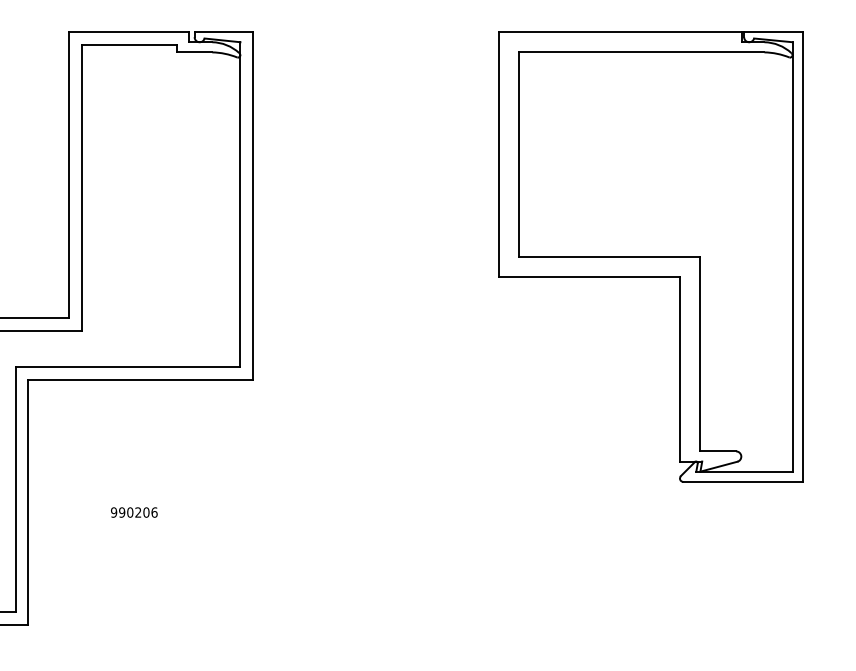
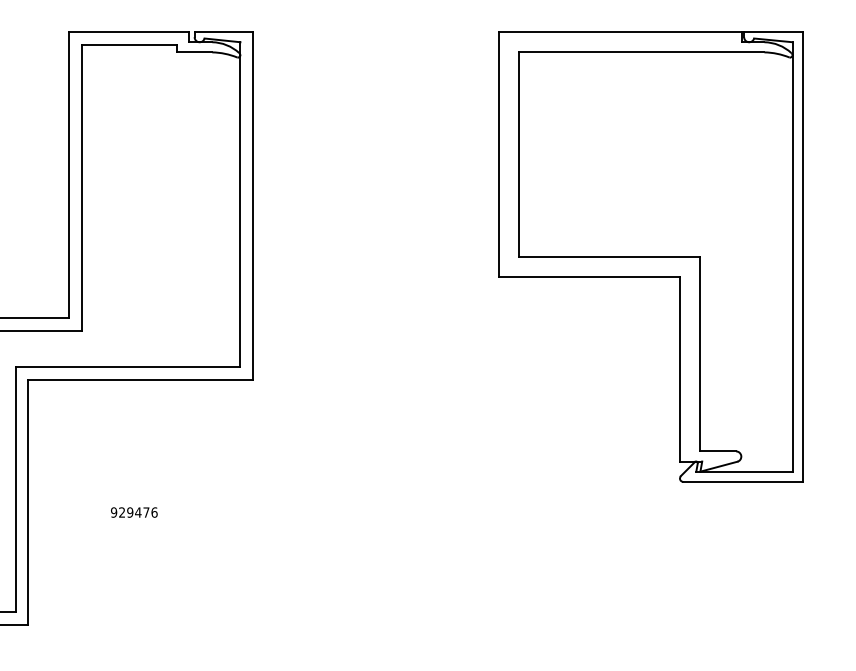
text at (134, 512): 990206 -> 929476
